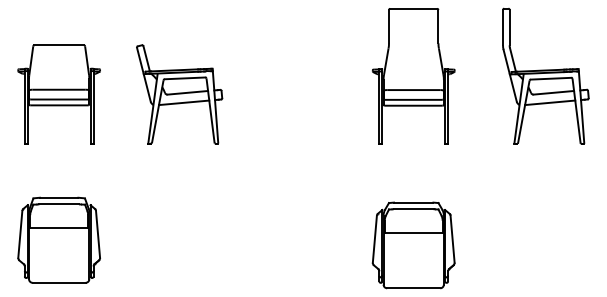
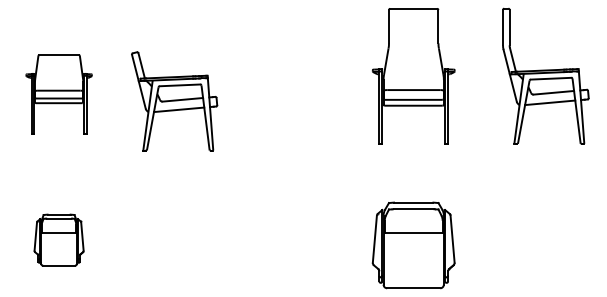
part at (58, 94) size: 84x101 px -> 68x81 px
part at (179, 94) position: (179, 94) -> (174, 101)
part at (58, 239) size: 84x88 px -> 52x54 px
